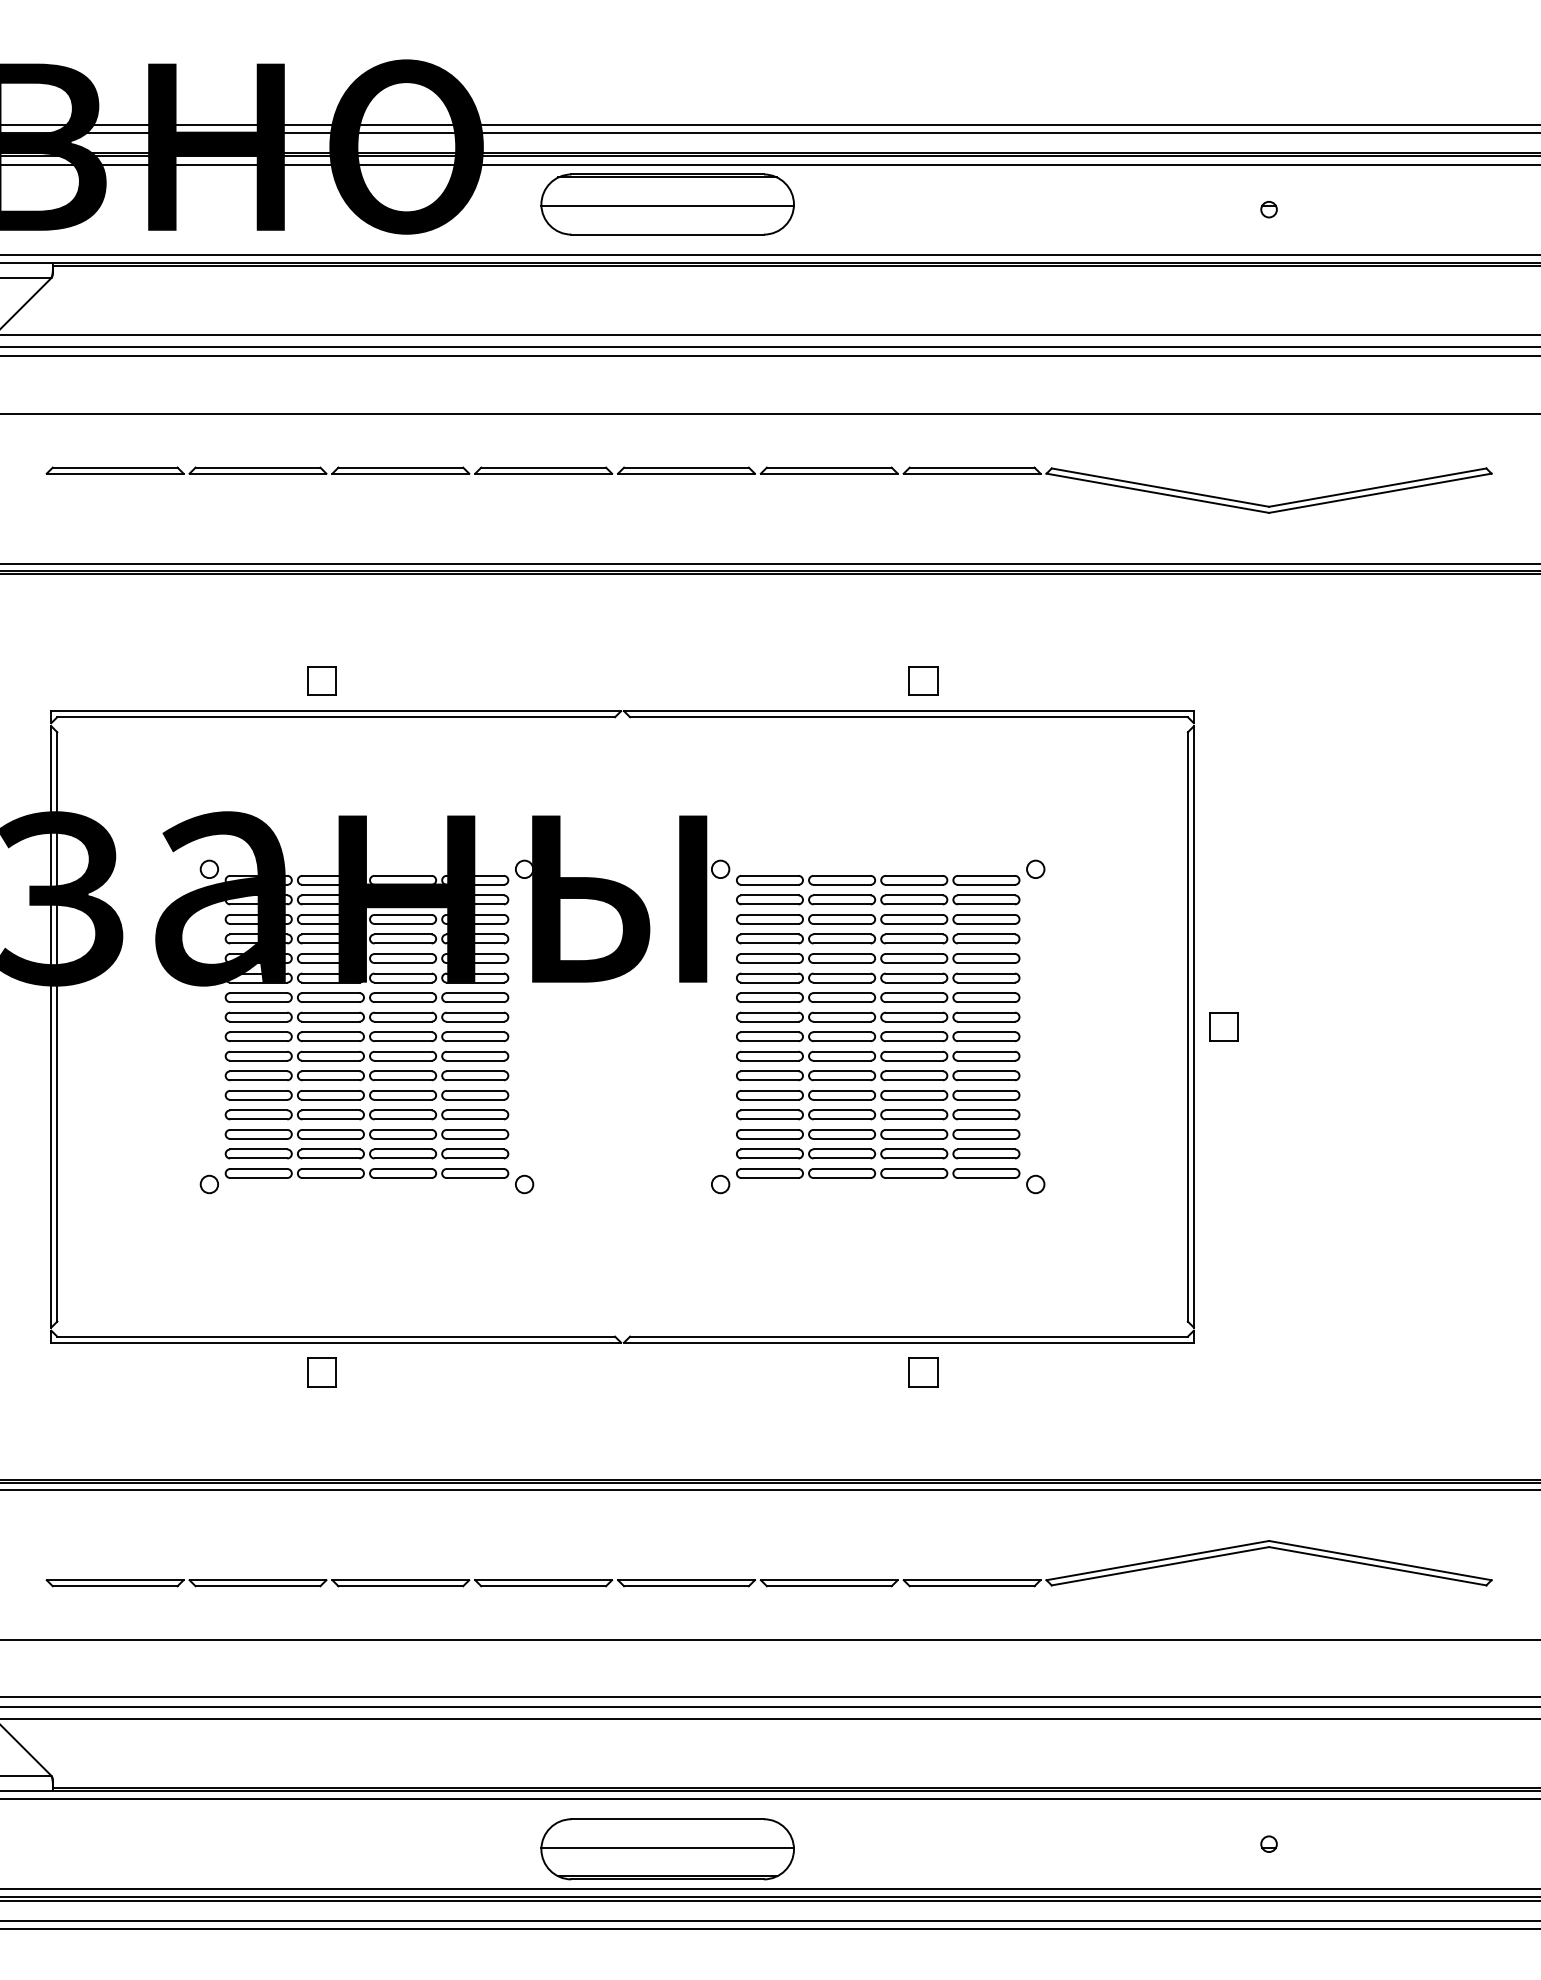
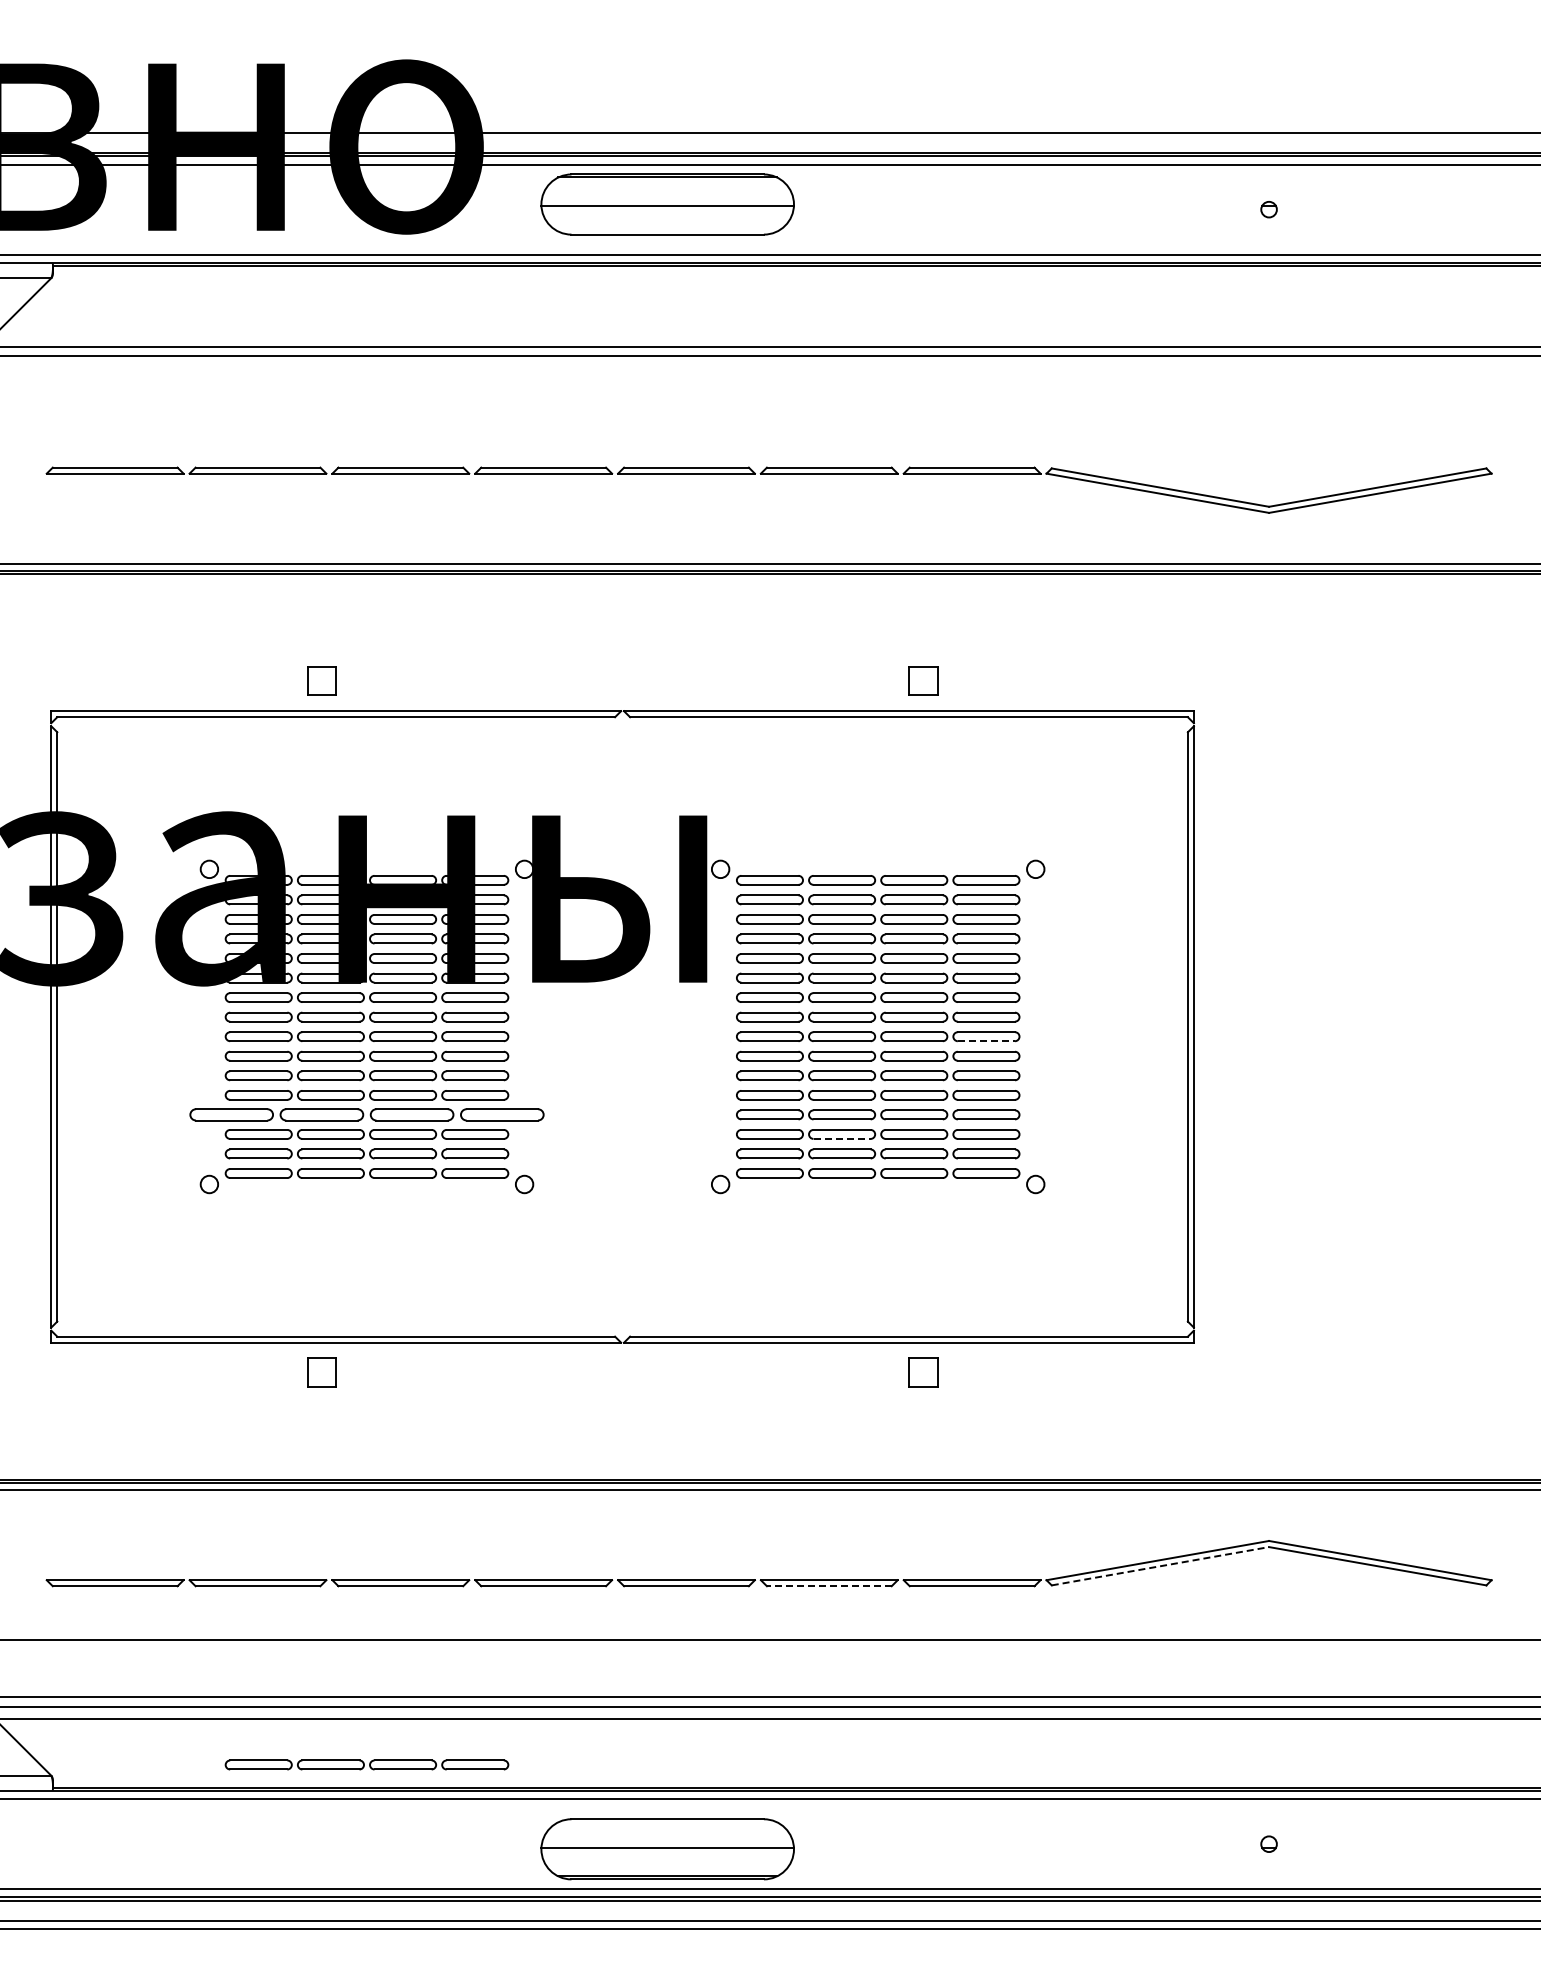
line at (769, 124): present -> none
line at (769, 335): present -> none
line at (769, 413): present -> none
part at (1223, 1026): present -> none
line at (986, 1041): solid -> dashed
part at (366, 1114) size: 286x12 px -> 356x14 px
line at (842, 1138): solid -> dashed
line at (1160, 1566): solid -> dashed
line at (828, 1586): solid -> dashed
part at (366, 1764): none -> present
